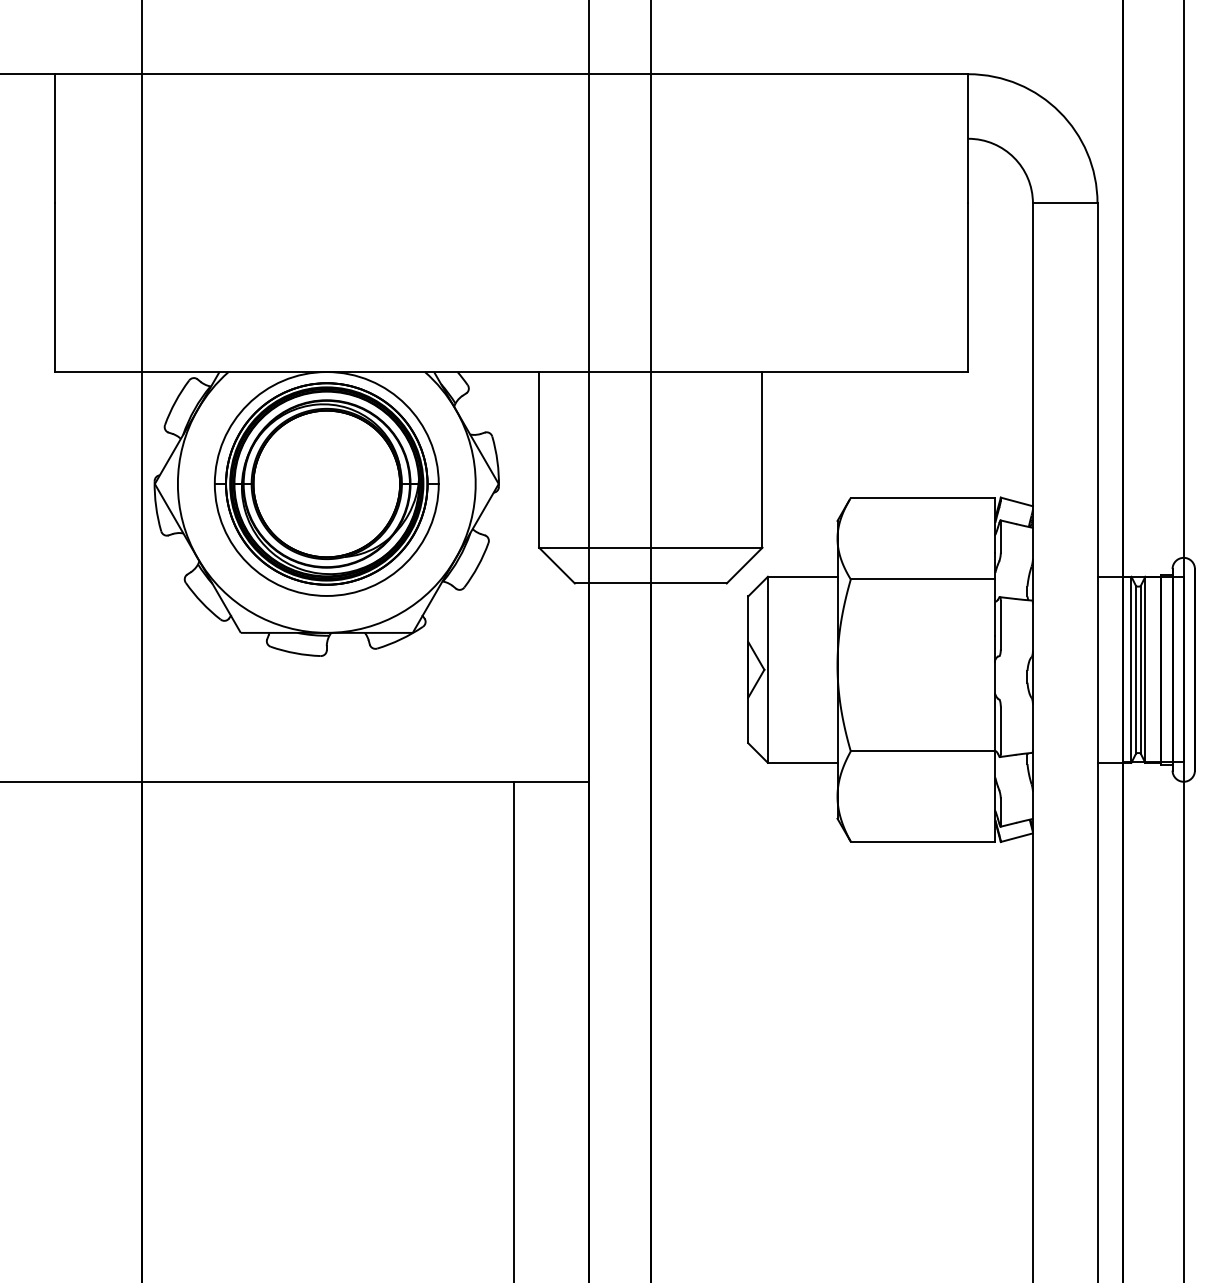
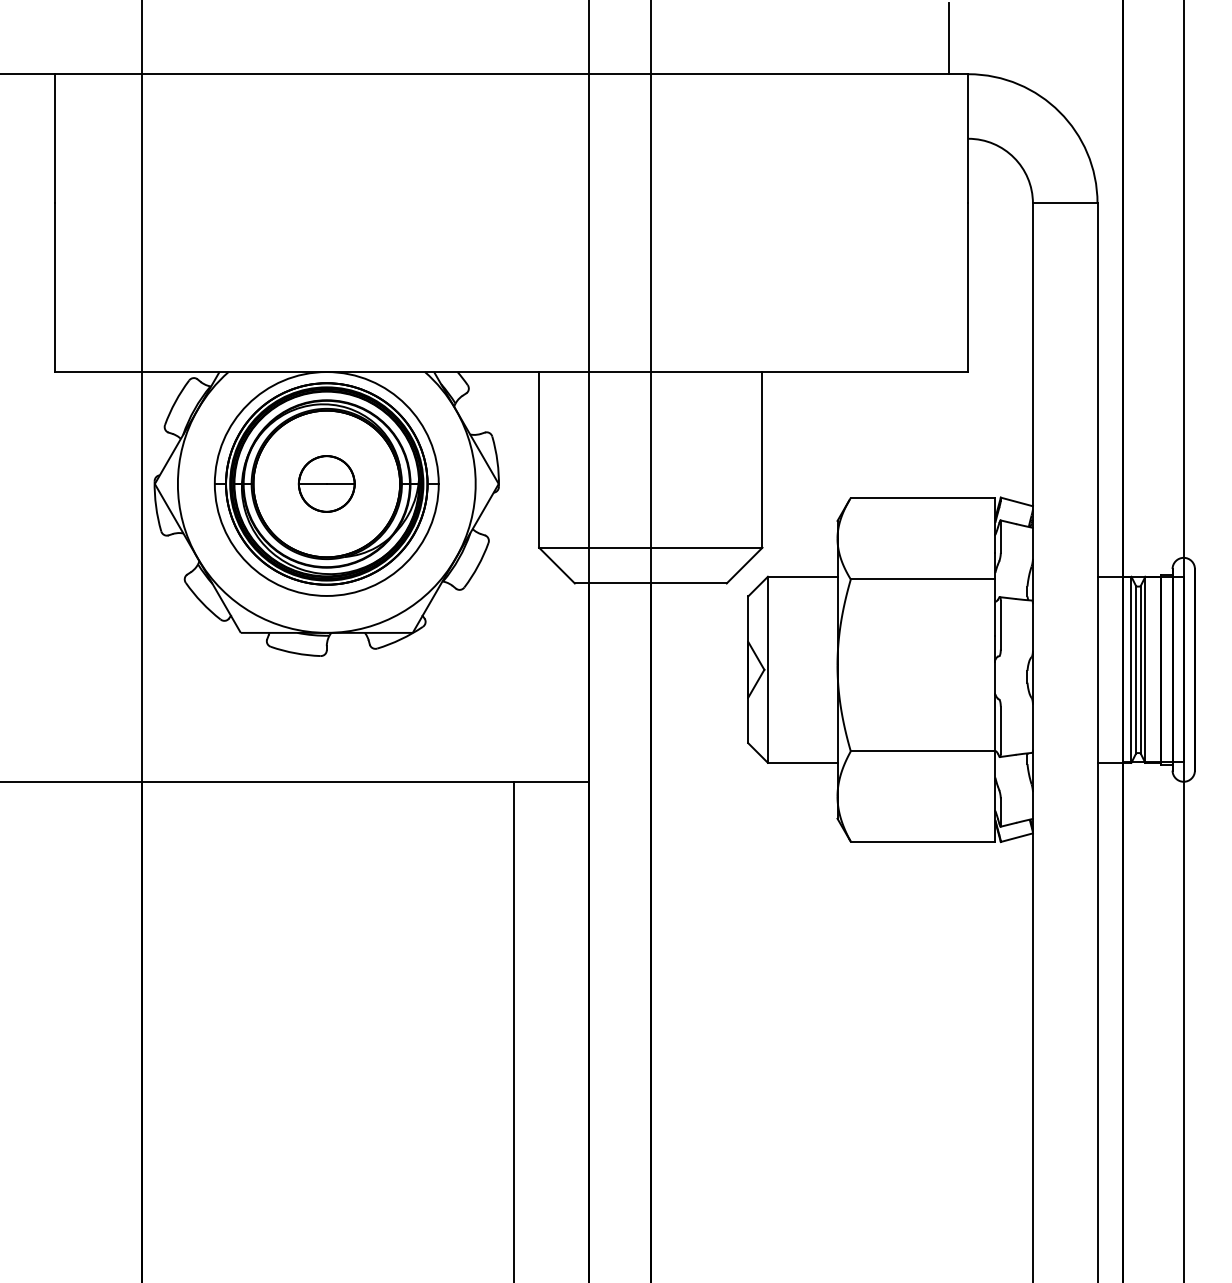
line at (948, 38): none -> present
part at (326, 483): none -> present
